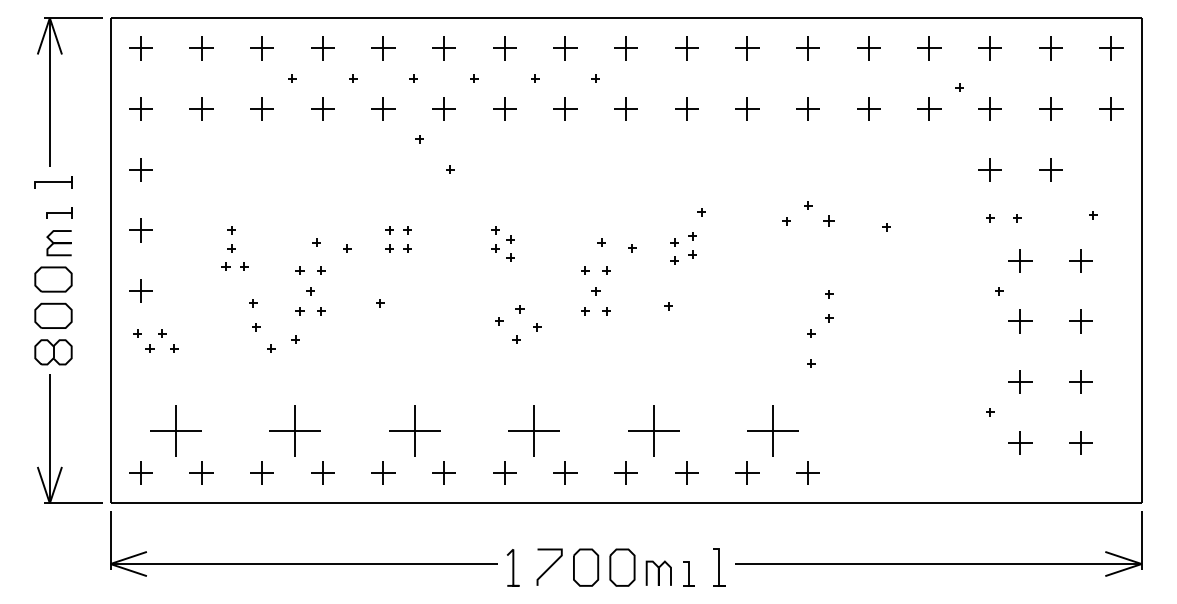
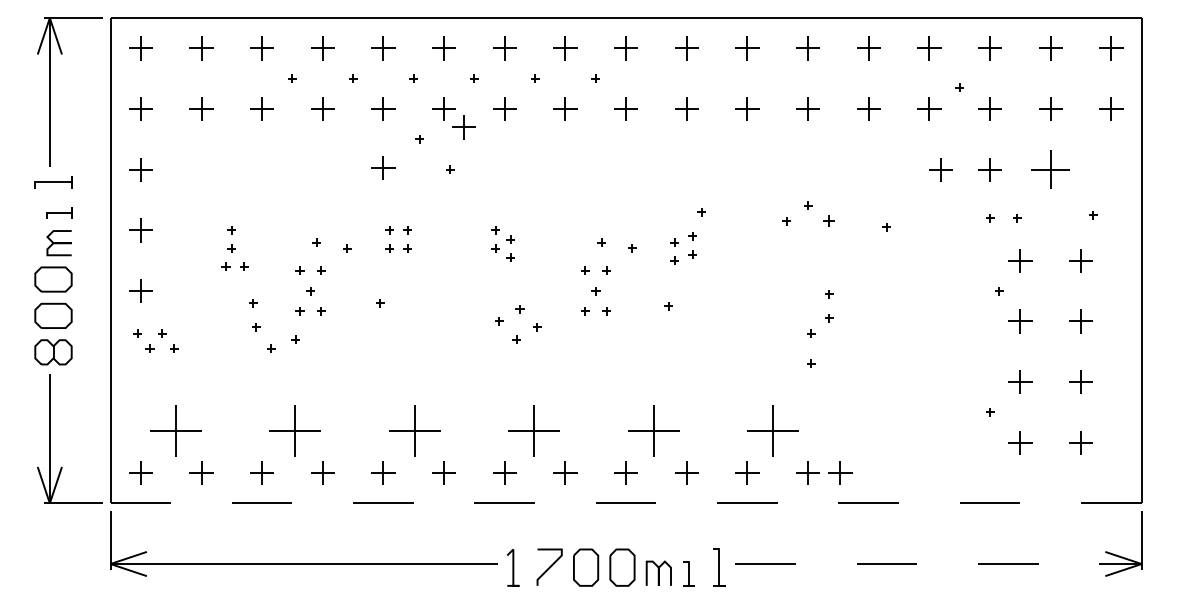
part at (463, 127): none -> present
part at (383, 167): none -> present
part at (940, 169): none -> present
part at (1050, 169) size: 24x24 px -> 39x39 px
part at (840, 472): none -> present
line at (626, 503): solid -> dashed
line at (938, 564): solid -> dashed
